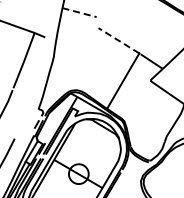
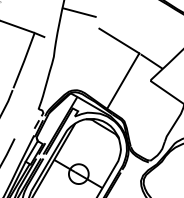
line at (79, 12): dashed -> solid
line at (118, 40): dashed -> solid
